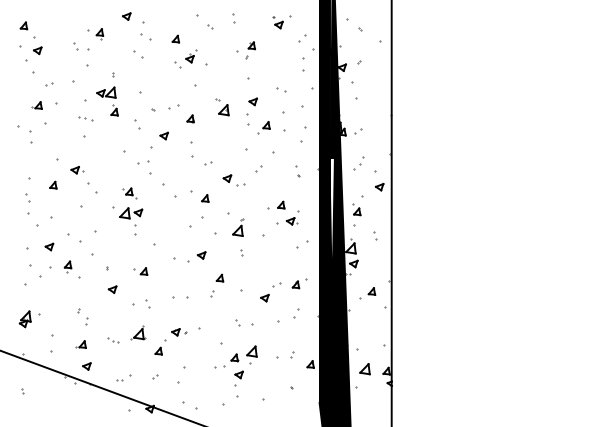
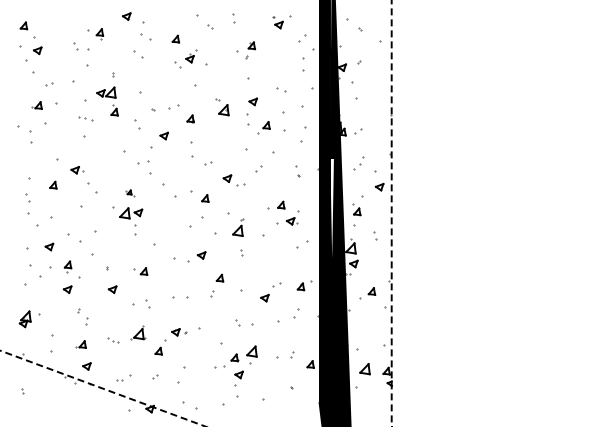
part at (129, 193) size: 16x13 px -> 11x9 px
line at (391, 213): solid -> dashed
part at (299, 283) position: (299, 283) -> (304, 285)
part at (67, 289): none -> present
line at (103, 388): solid -> dashed
